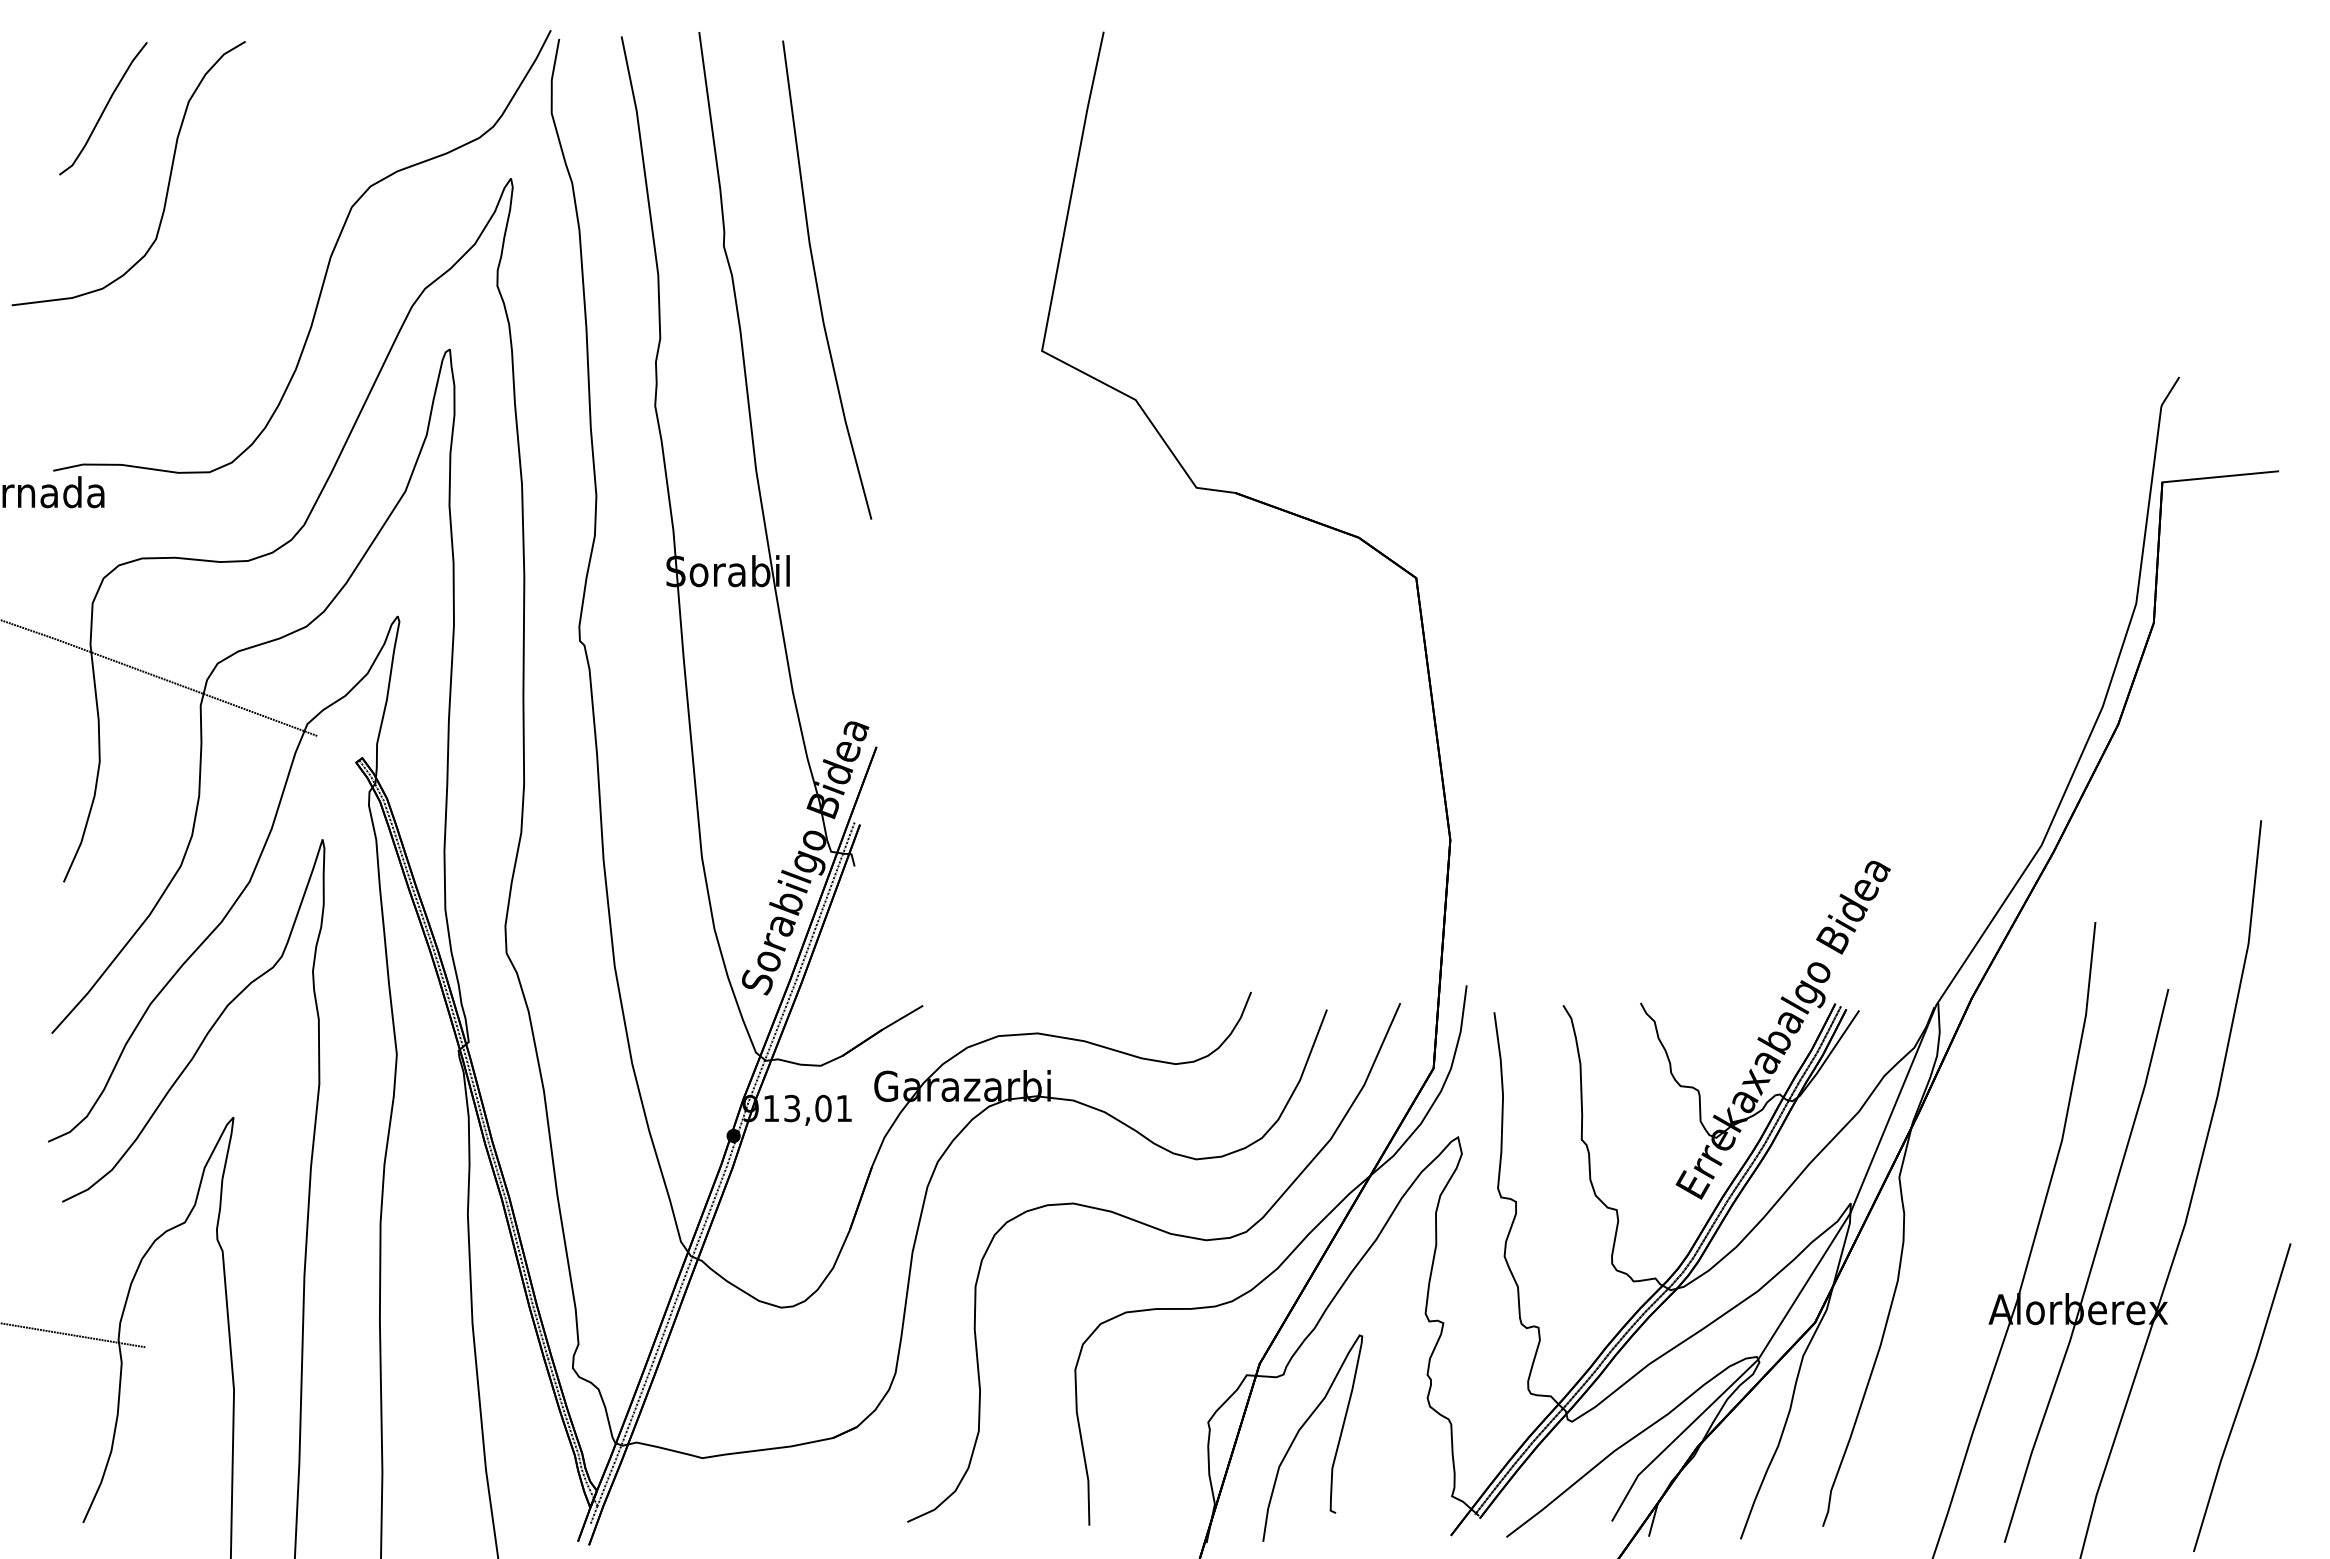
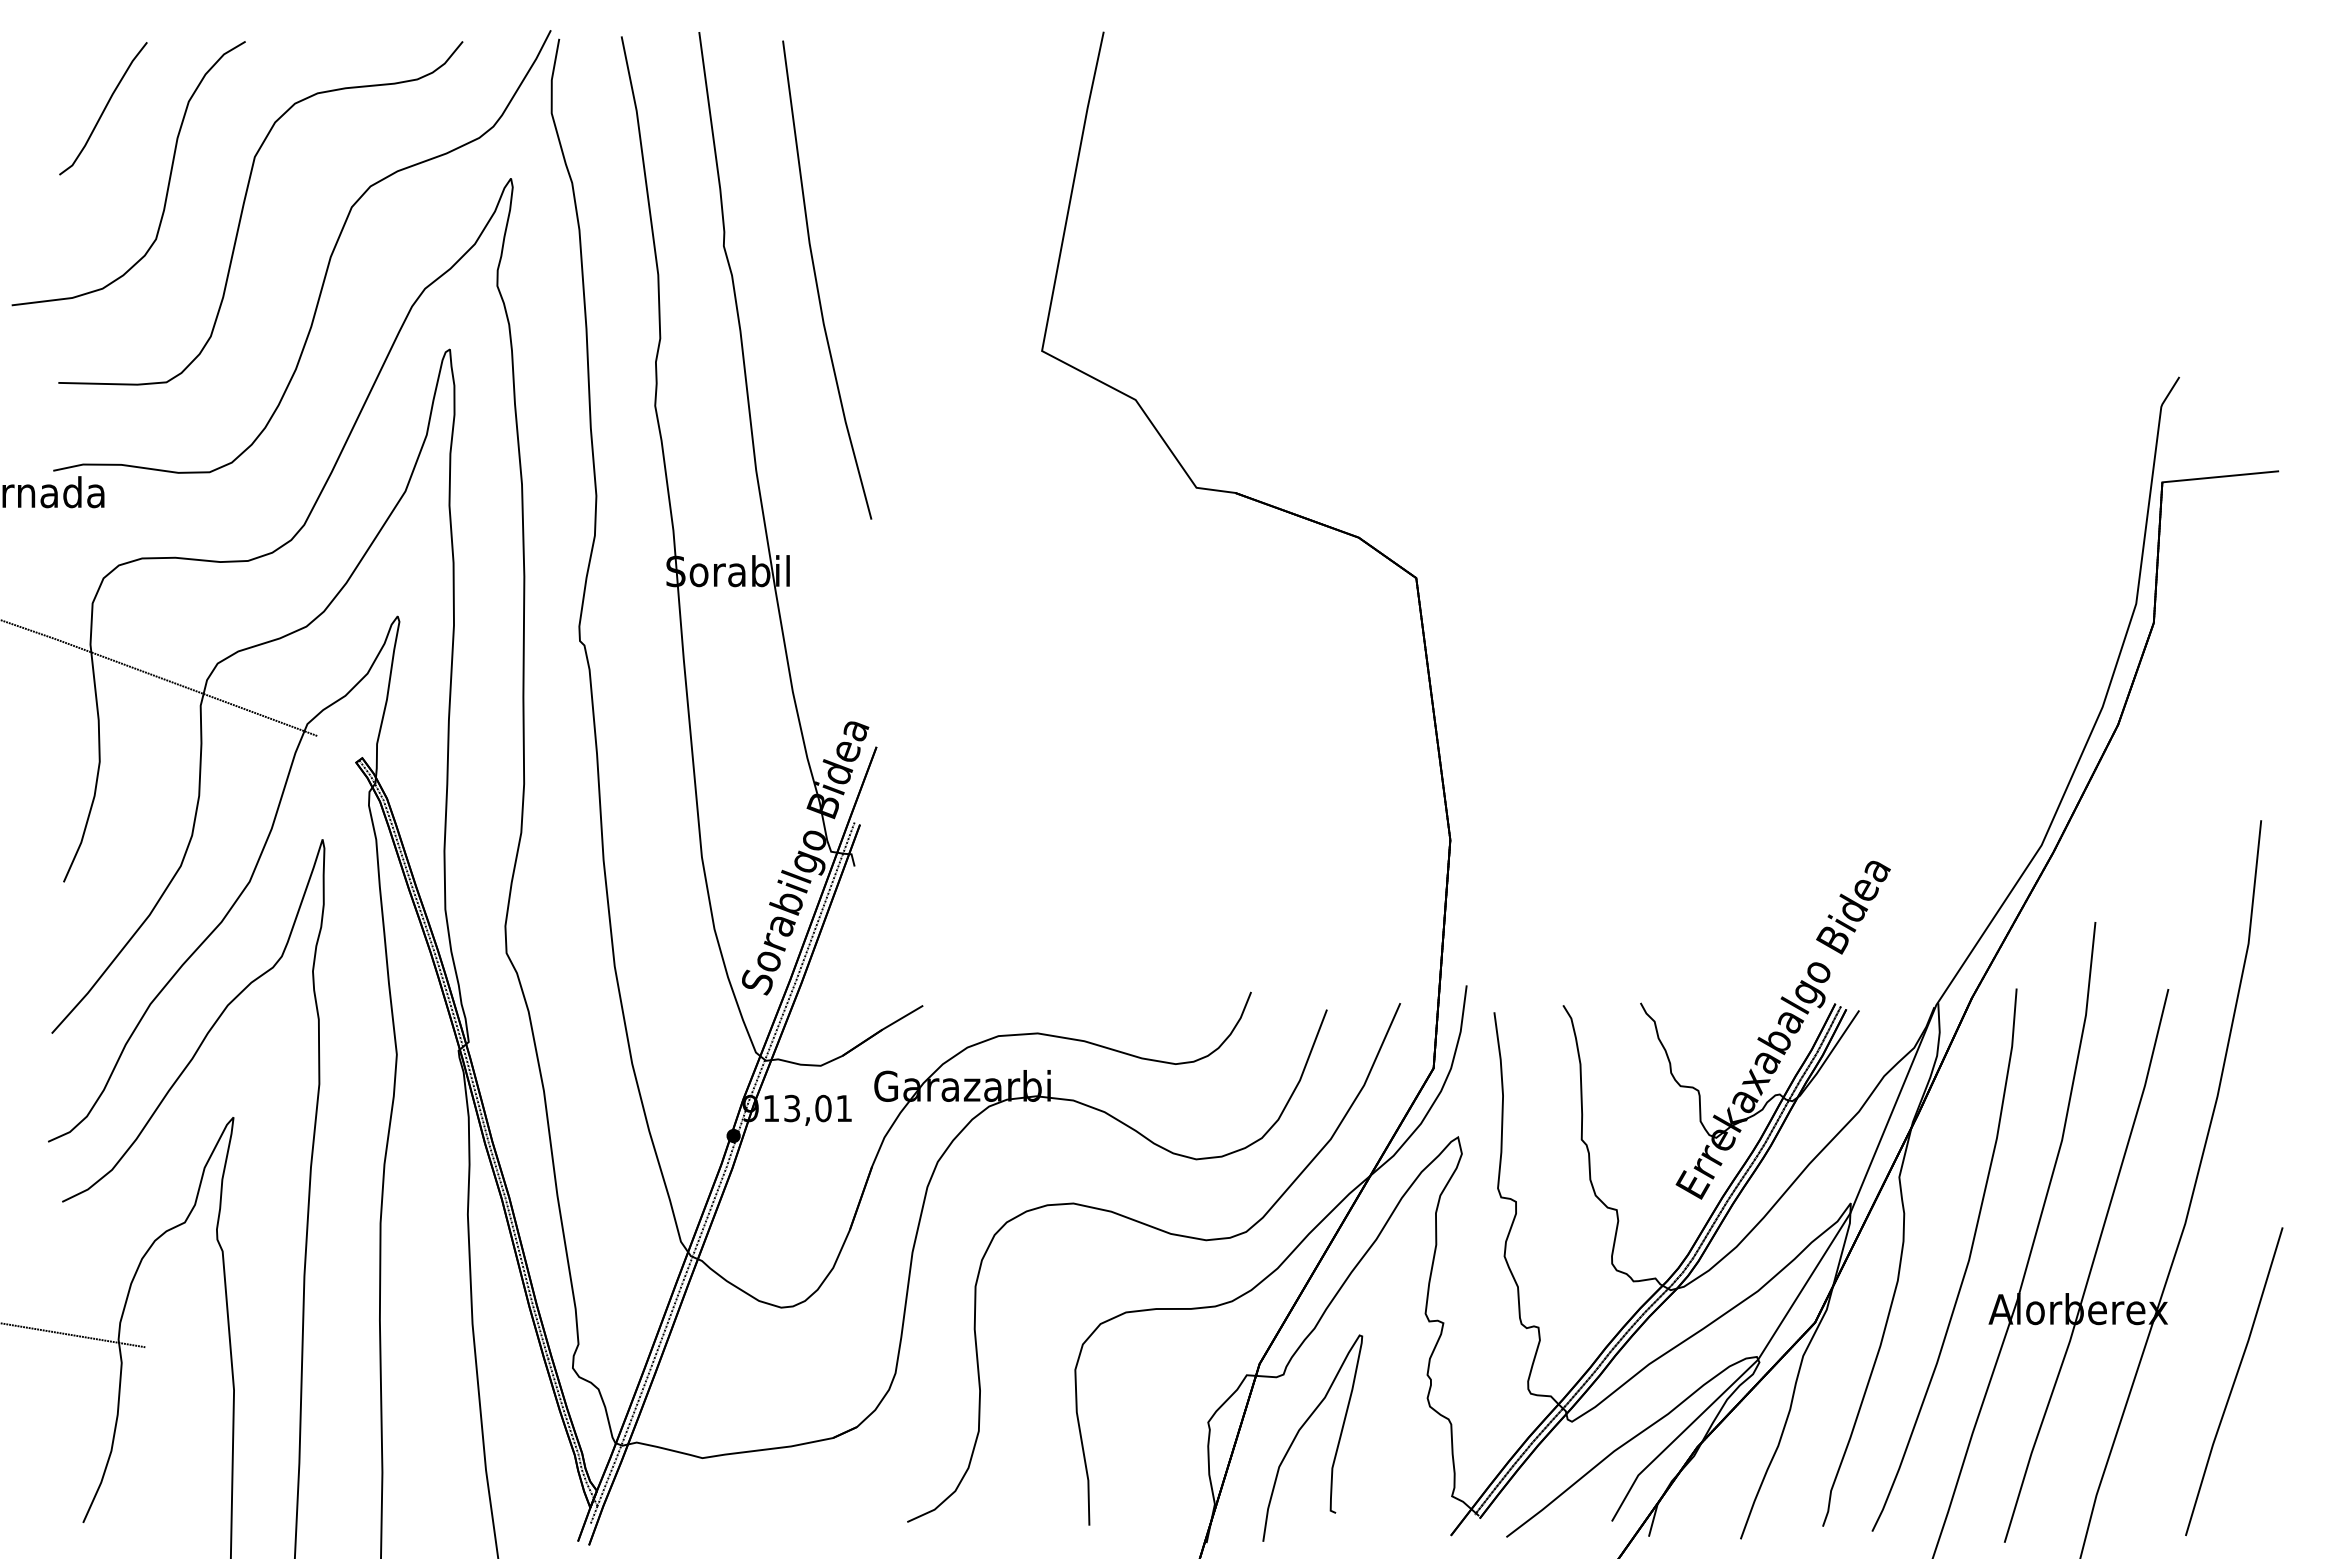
curve at (243, 210): none -> present
curve at (1965, 1267): none -> present
part at (2242, 1397) position: (2242, 1397) -> (2234, 1381)
